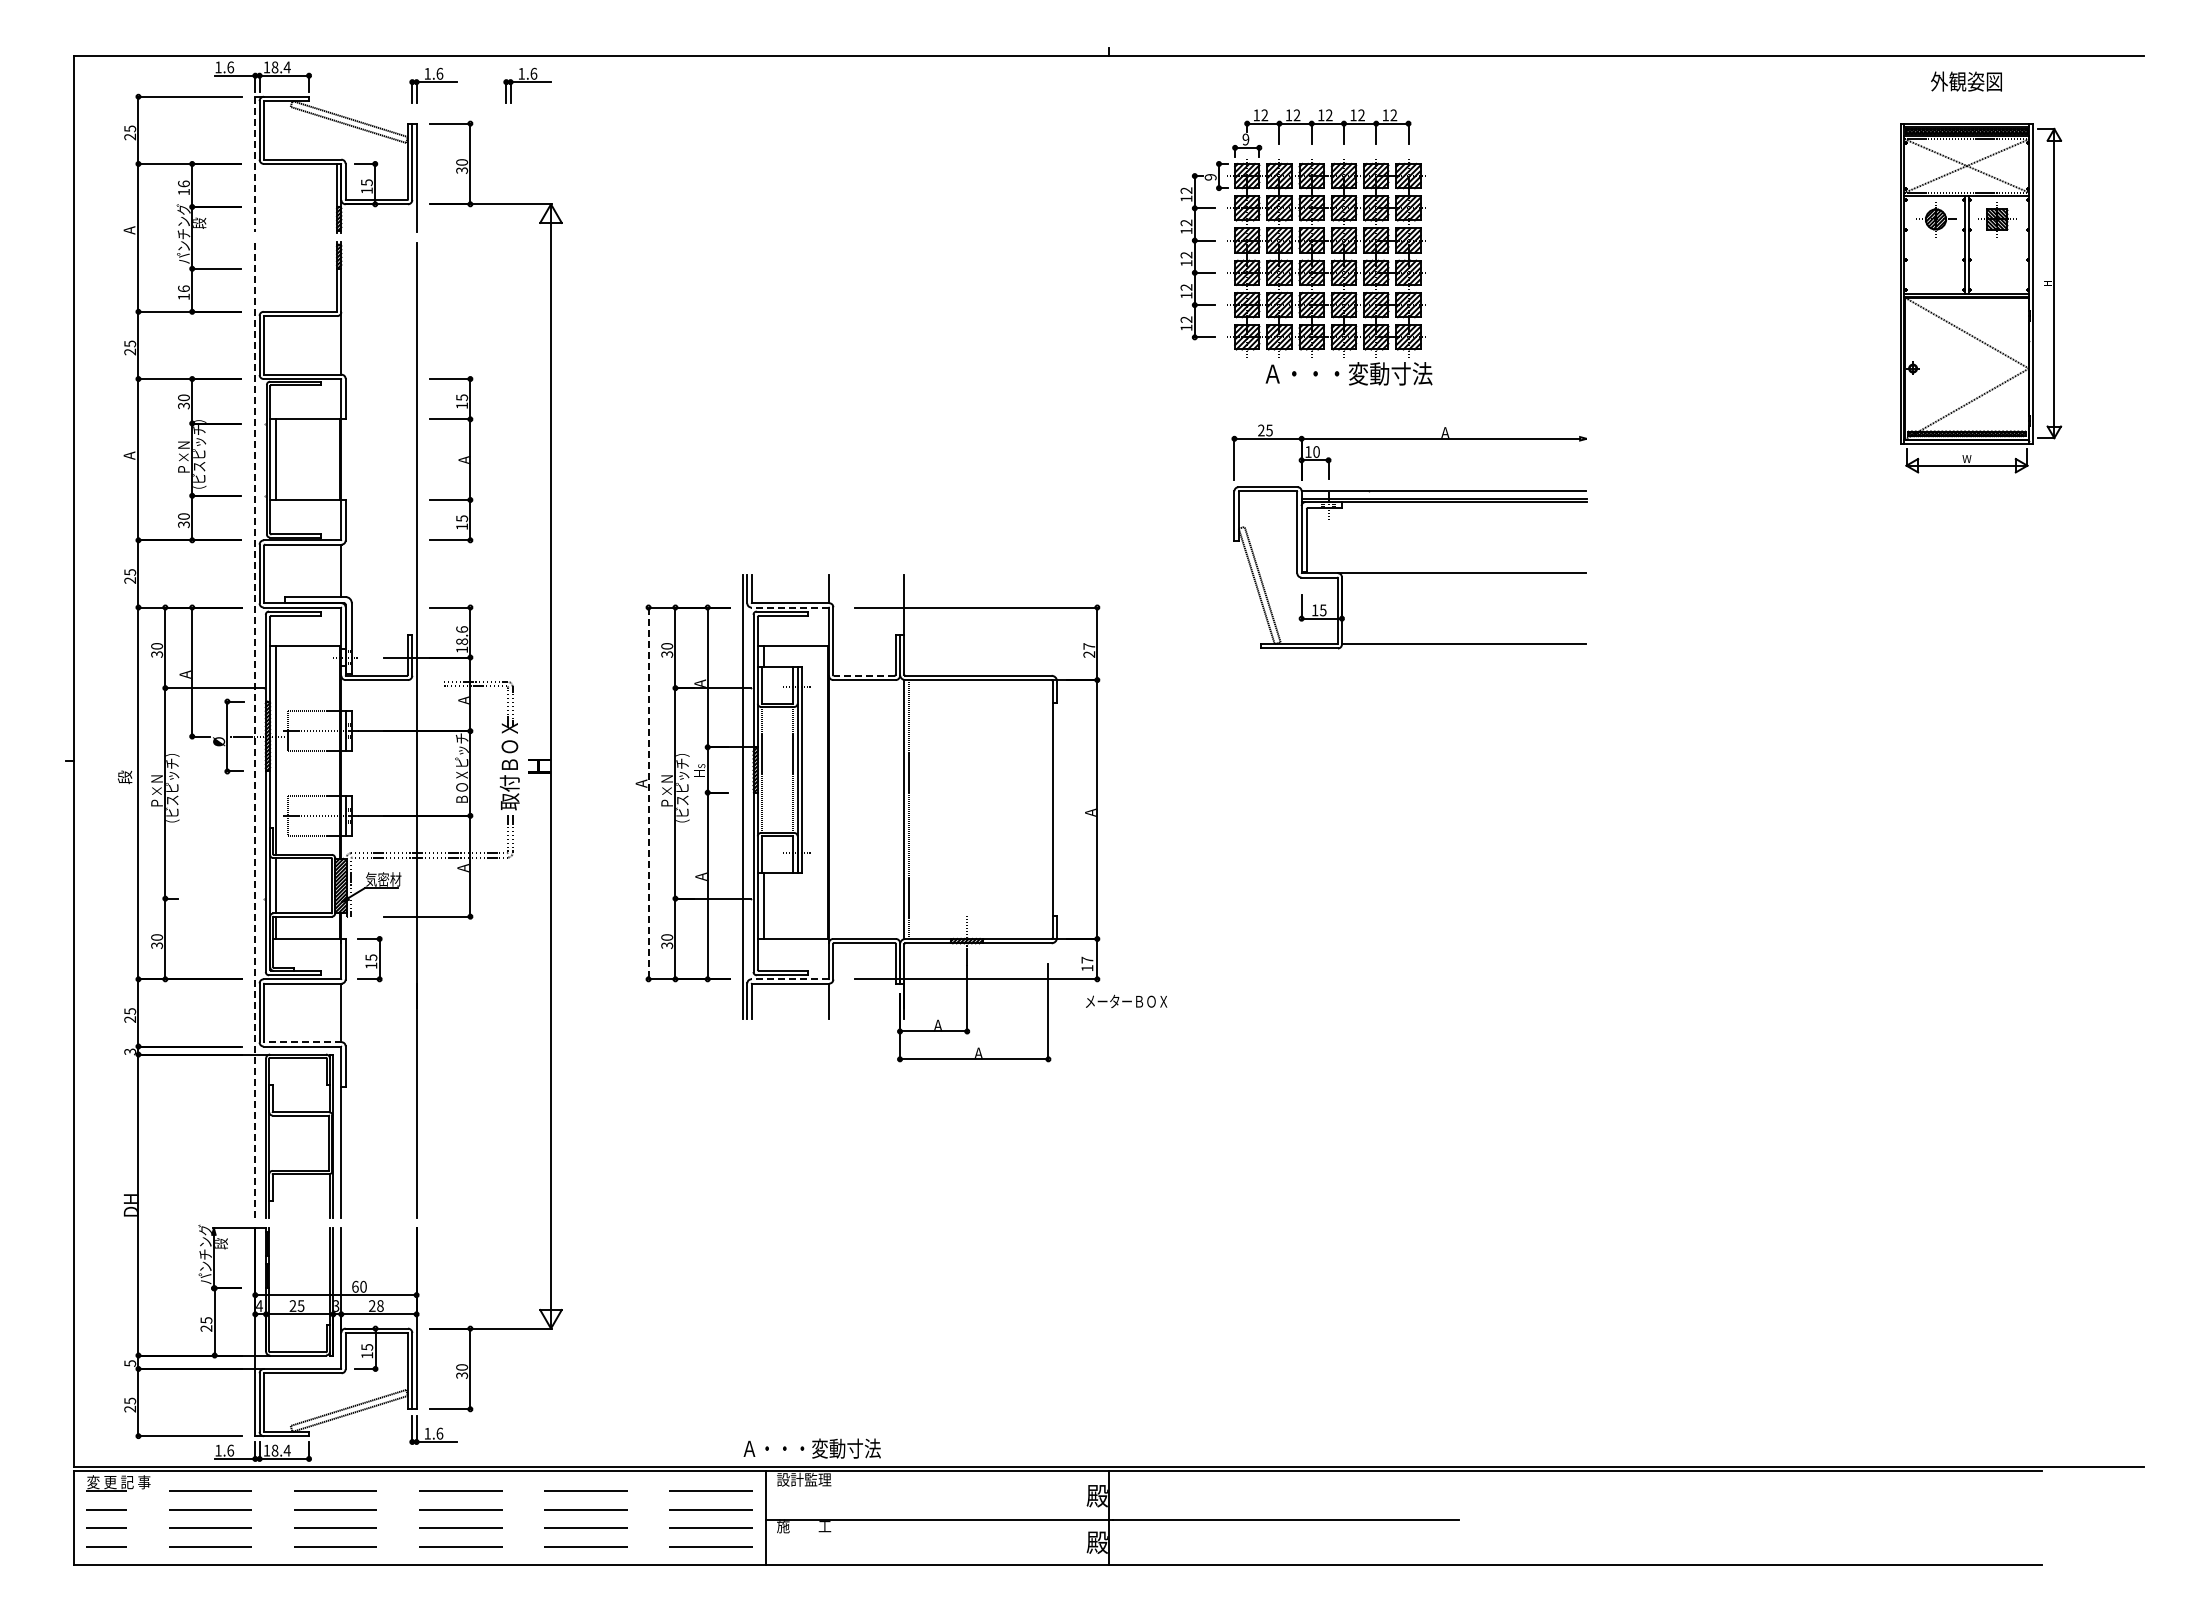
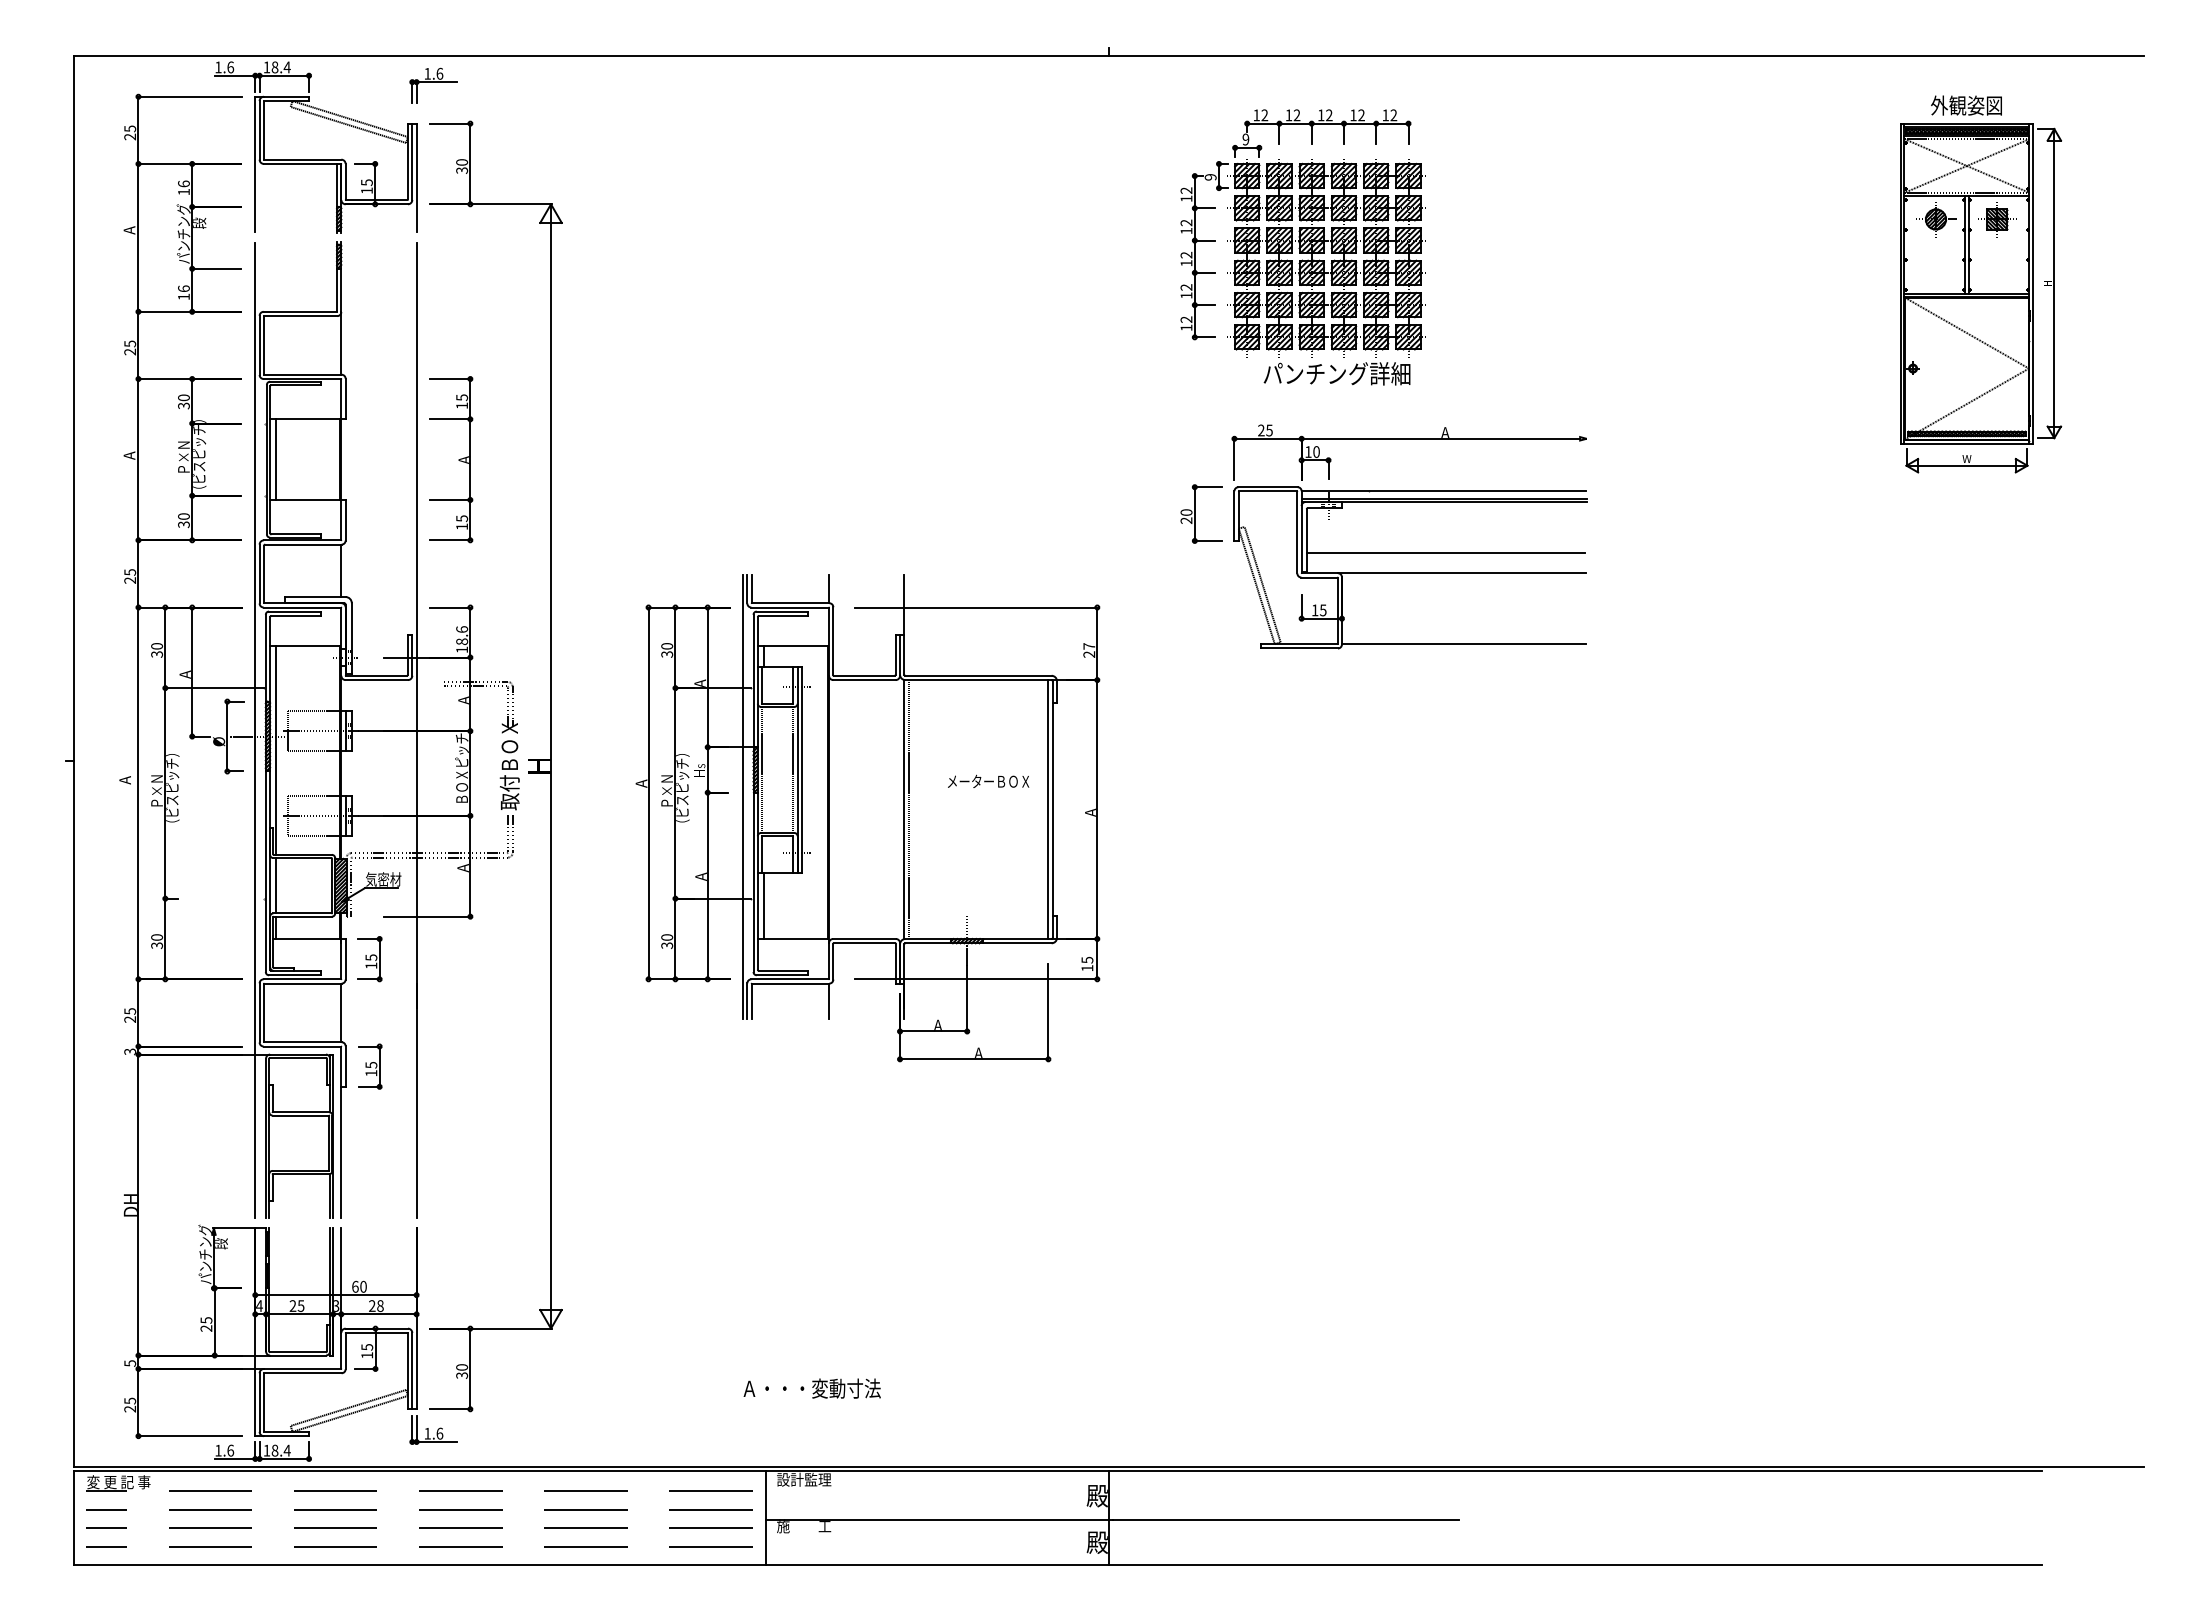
text at (1966, 81) position: (1966, 81) -> (1966, 105)
part at (527, 85): present -> none
line at (255, 164): dashed -> solid
text at (1347, 373): Ａ・・・変動寸法 -> パンチング詳細
part at (1201, 513): none -> present
line at (1445, 552): none -> present
line at (789, 607): dashed -> solid
line at (863, 675): dashed -> solid
line at (255, 730): dashed -> solid
text at (124, 777): 段 -> A
line at (648, 793): dashed -> solid
line at (1048, 809): none -> present
text at (1087, 959): 17 -> 15
line at (789, 979): dashed -> solid
text at (1126, 1000) position: (1126, 1000) -> (988, 780)
line at (303, 1042): dashed -> solid
part at (370, 1066): none -> present
text at (811, 1448) position: (811, 1448) -> (811, 1388)
